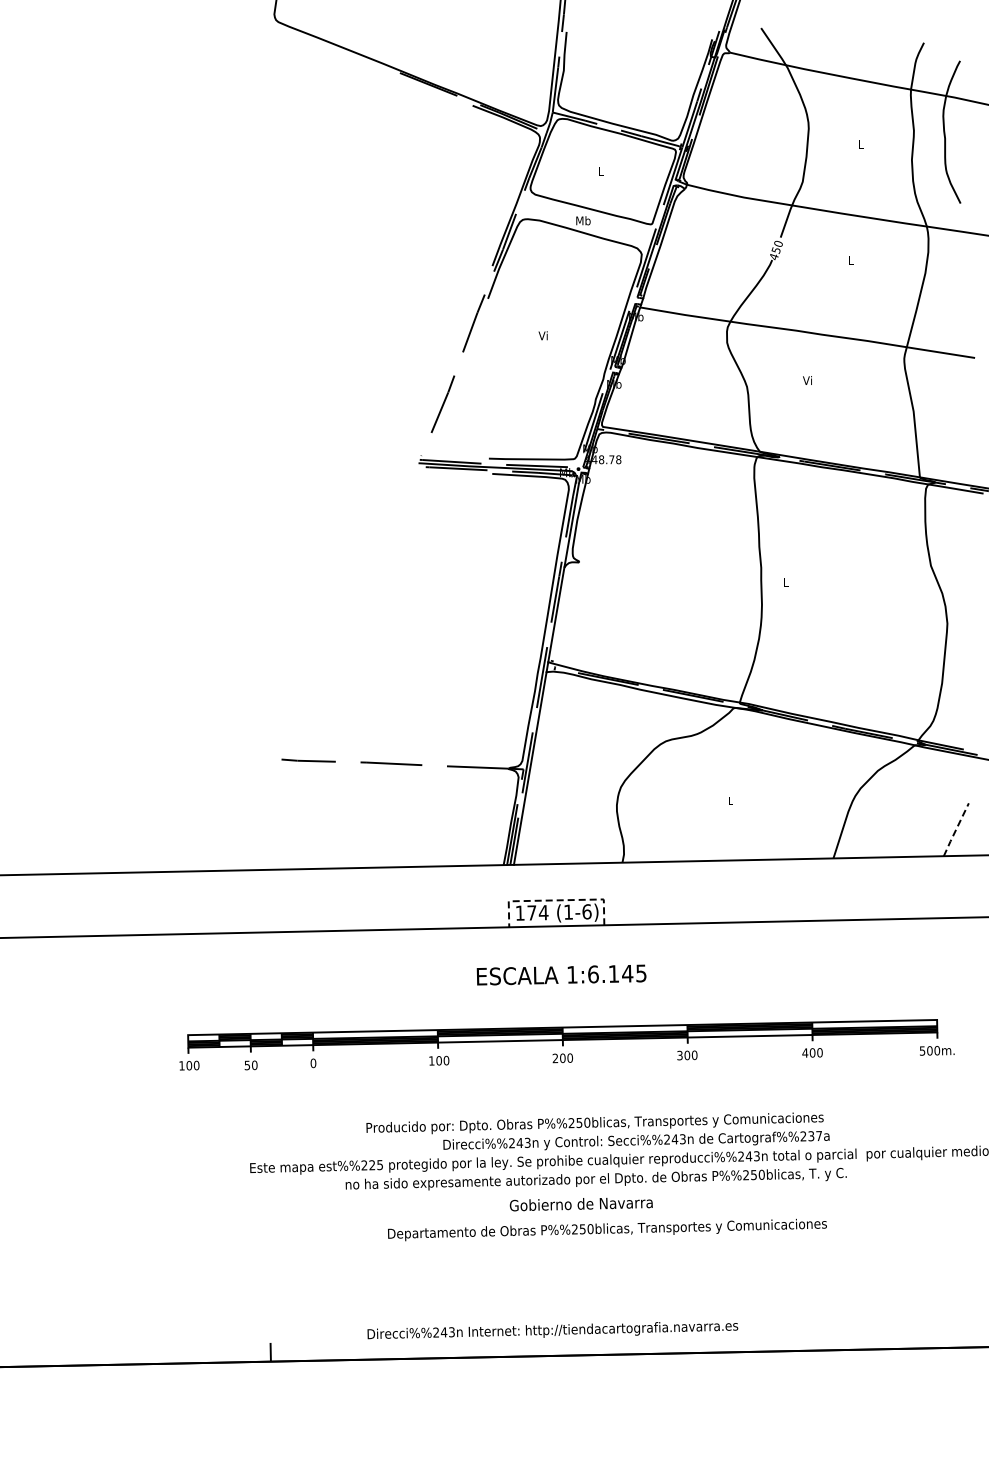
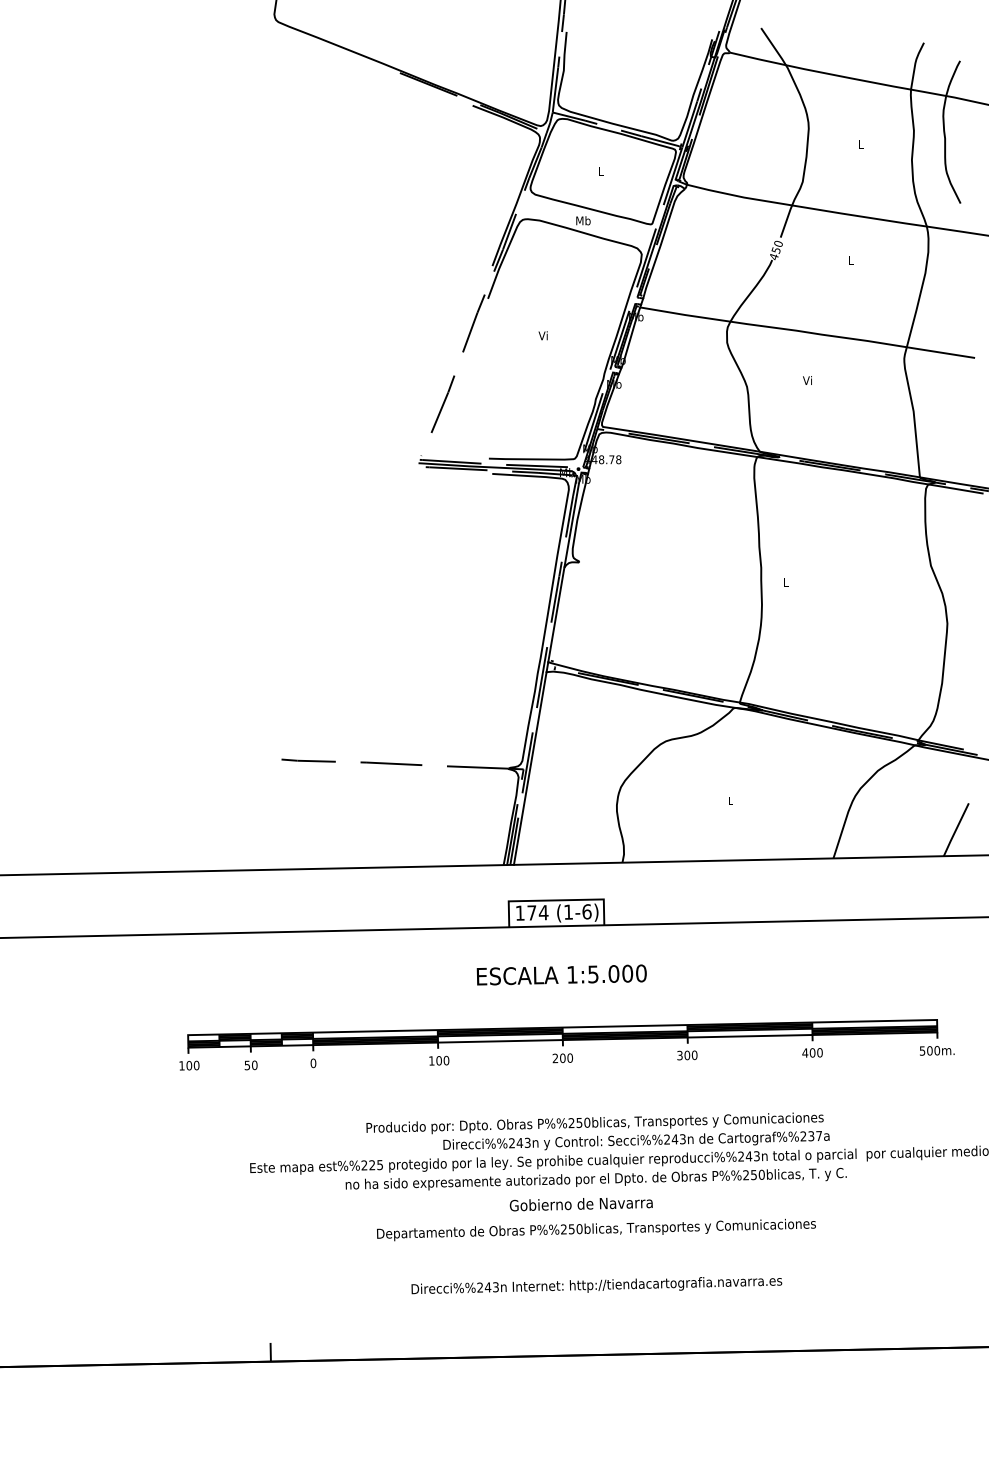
line at (956, 829): dashed -> solid
line at (556, 900): dashed -> solid
text at (617, 973): 1:6.145 -> 1:5.000
text at (607, 1229) position: (607, 1229) -> (596, 1229)
text at (552, 1330) position: (552, 1330) -> (596, 1285)
